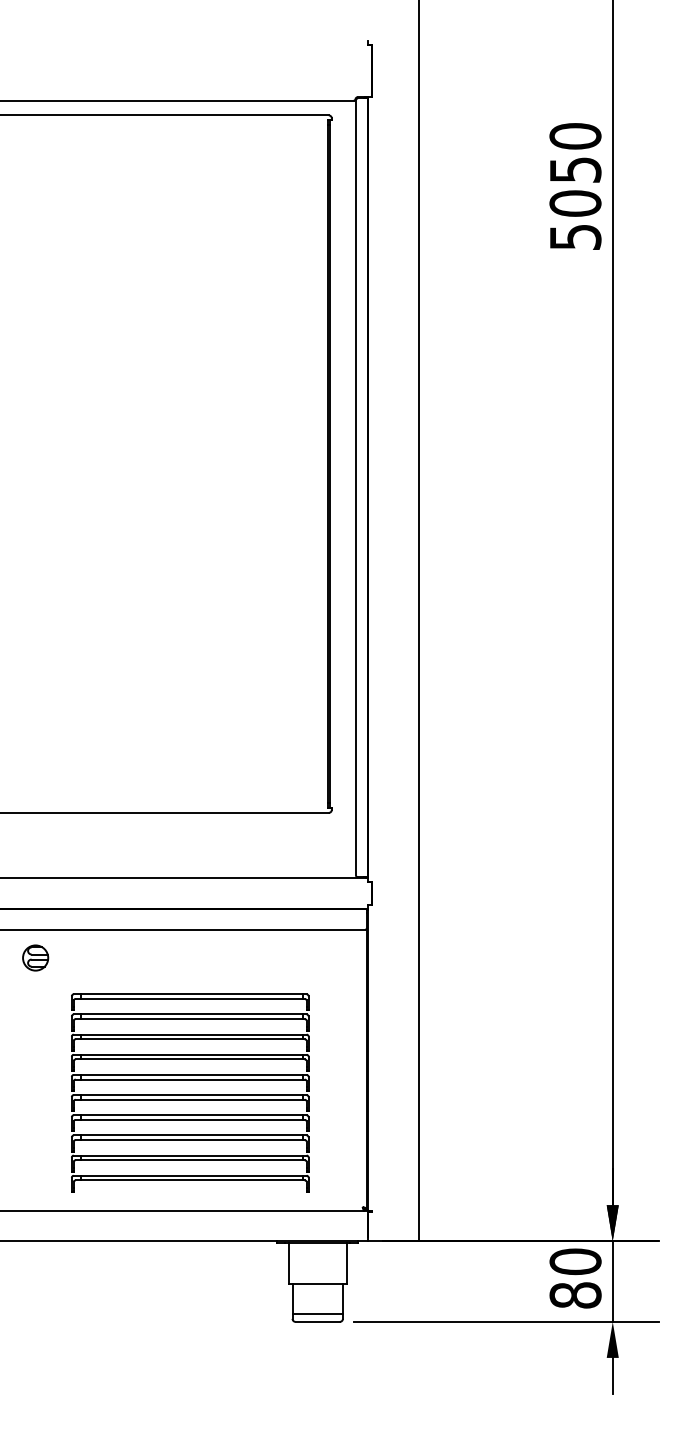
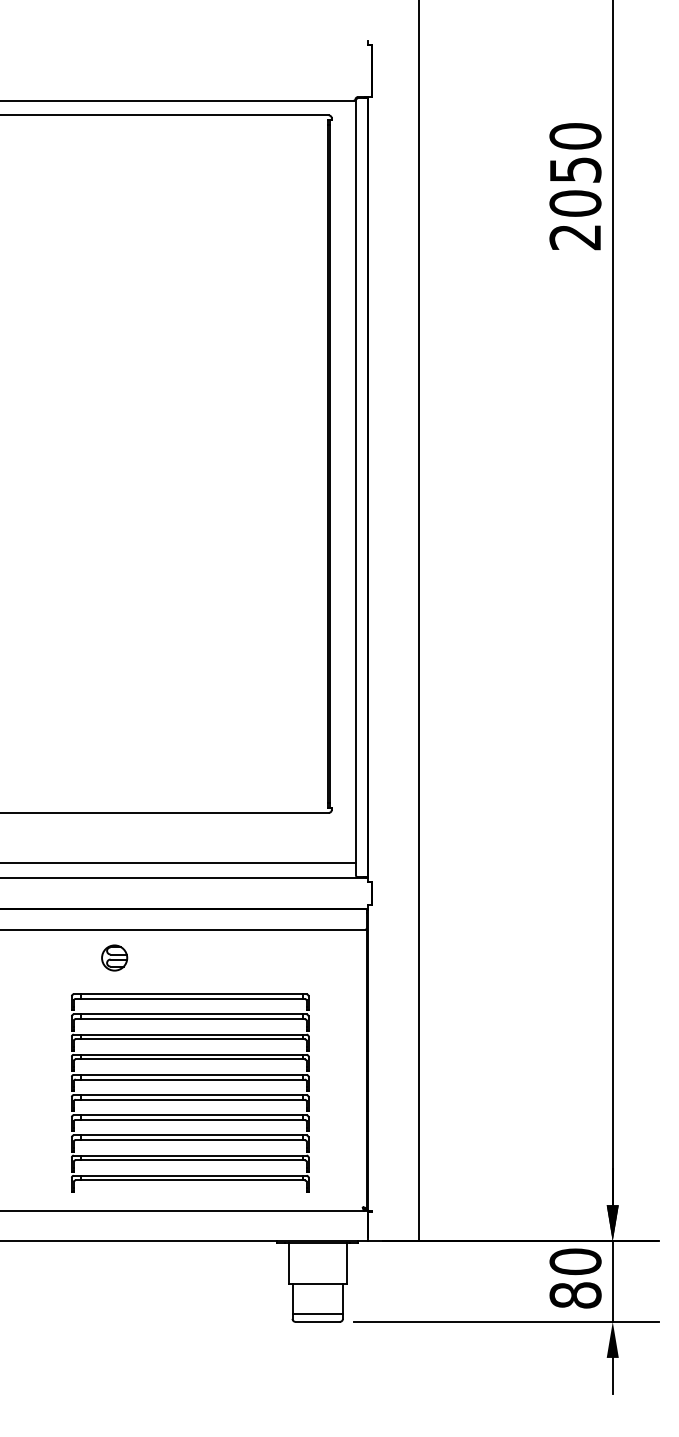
text at (575, 237): 5050 -> 2050
line at (179, 863): none -> present
part at (35, 957) position: (35, 957) -> (114, 957)
